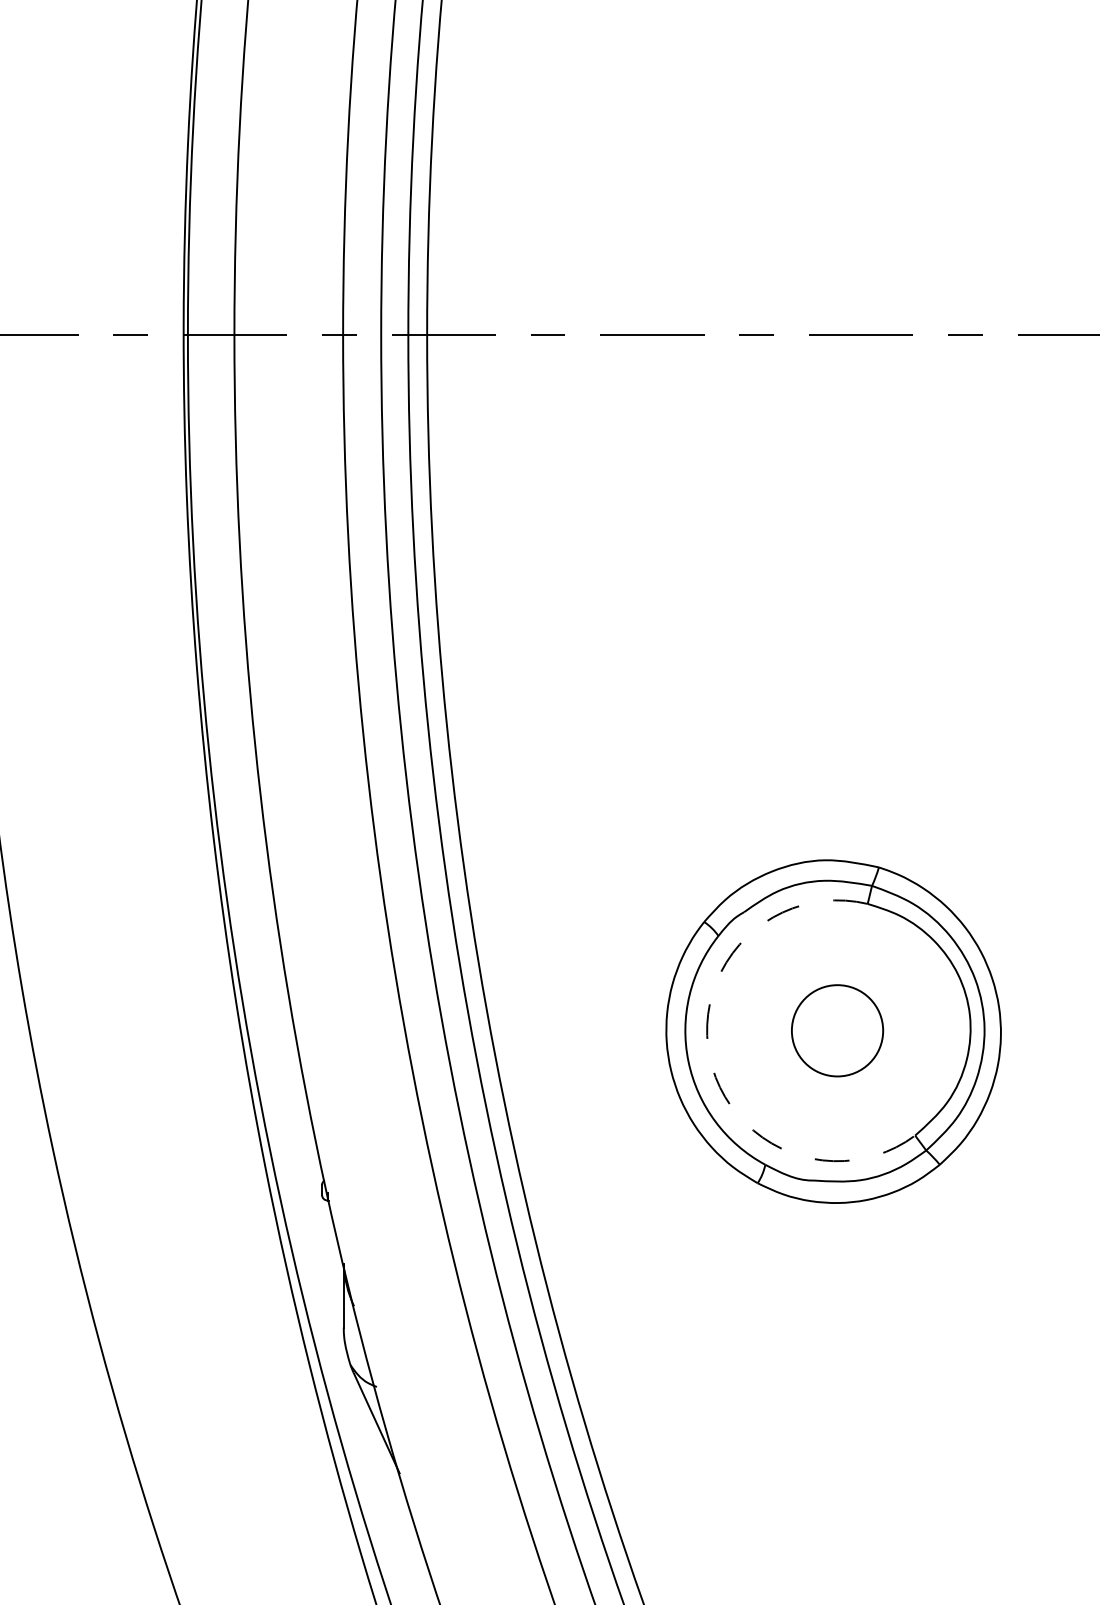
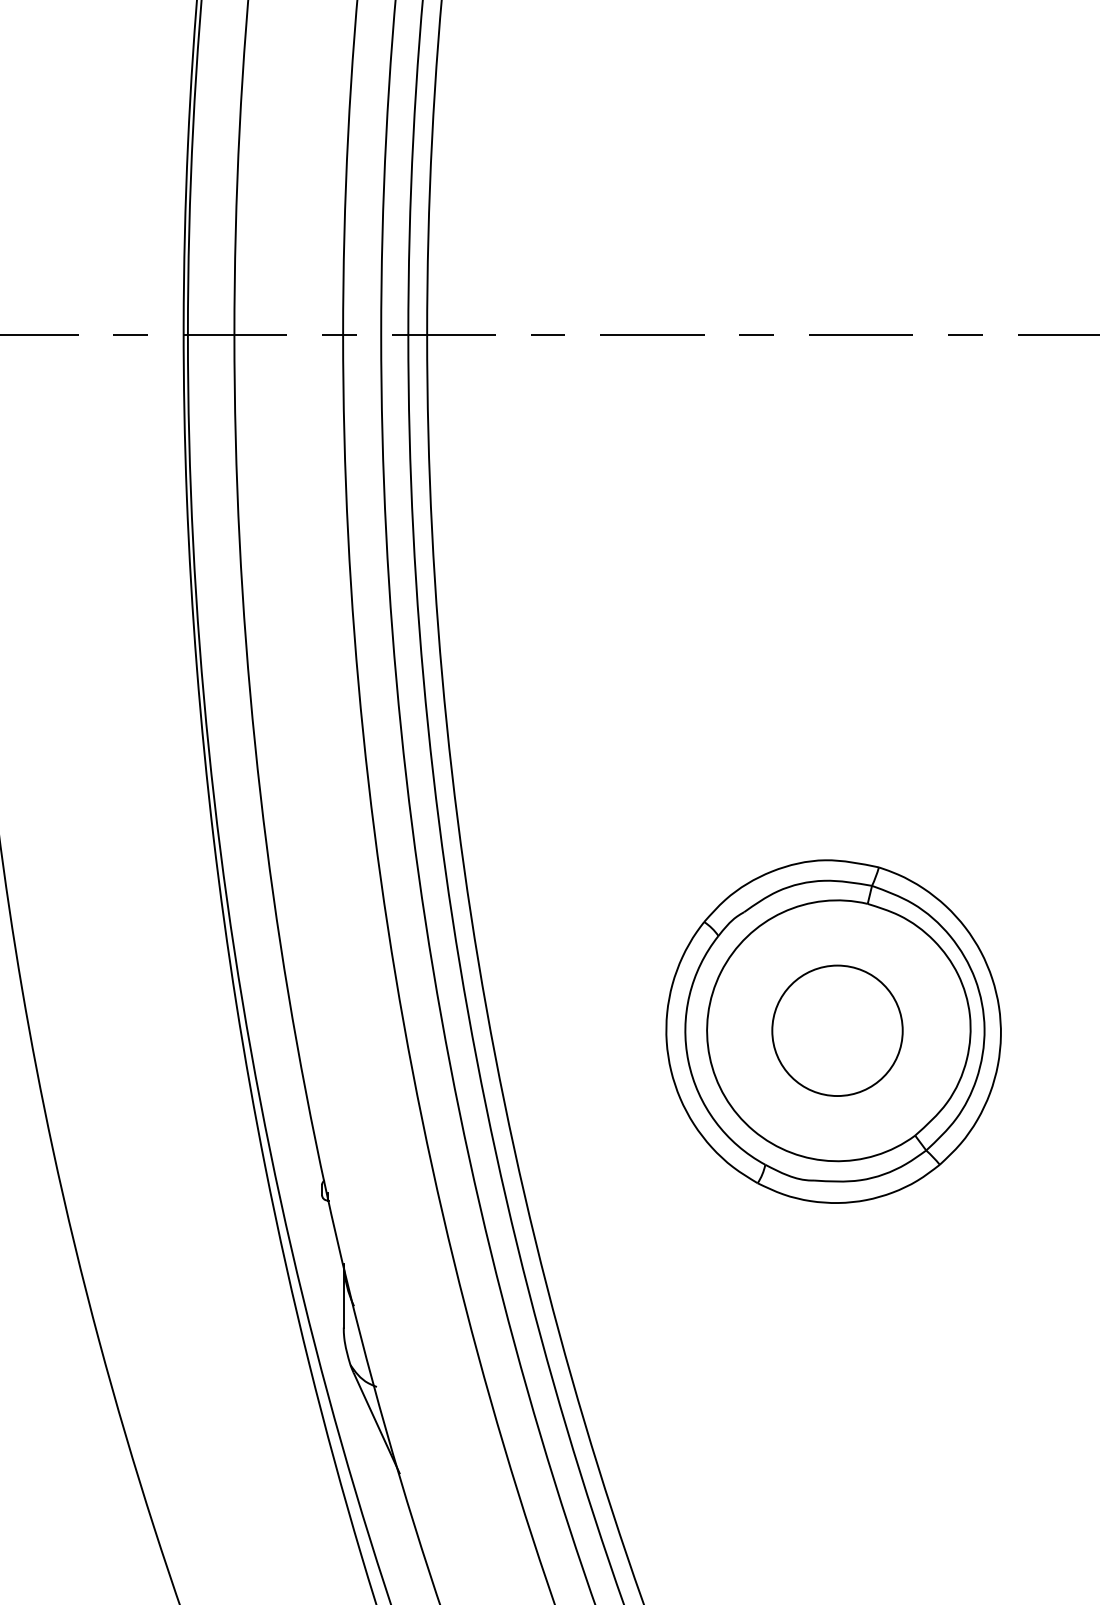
circle at (837, 1030) diameter: 91 px -> 130 px
arc at (709, 1056): dashed -> solid
